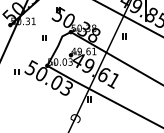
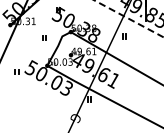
line at (128, 18): solid -> dashed
